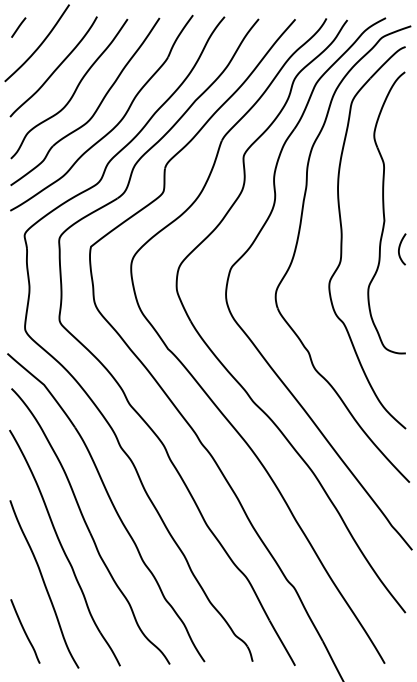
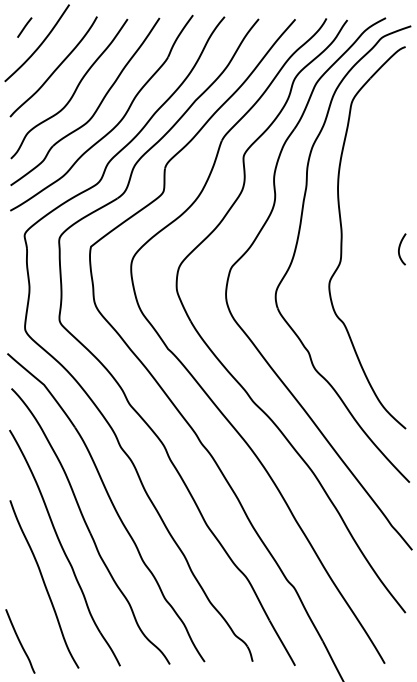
line at (18, 27) position: (18, 27) -> (24, 27)
part at (386, 212): present -> none
line at (25, 631) position: (25, 631) -> (20, 641)
